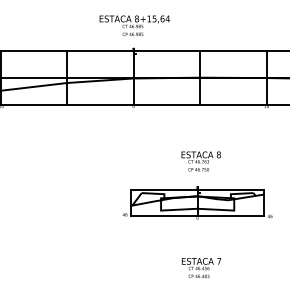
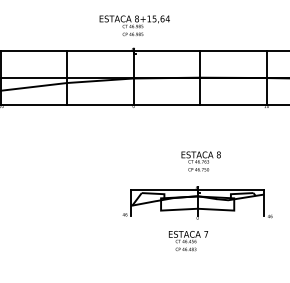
line at (197, 216): present -> none
text at (201, 268) position: (201, 268) -> (188, 241)
